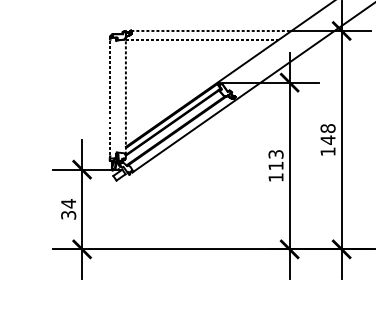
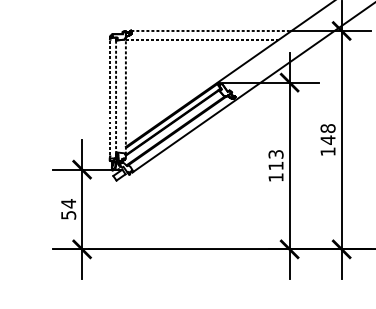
line at (116, 97): none -> present
text at (68, 215): 34 -> 54
